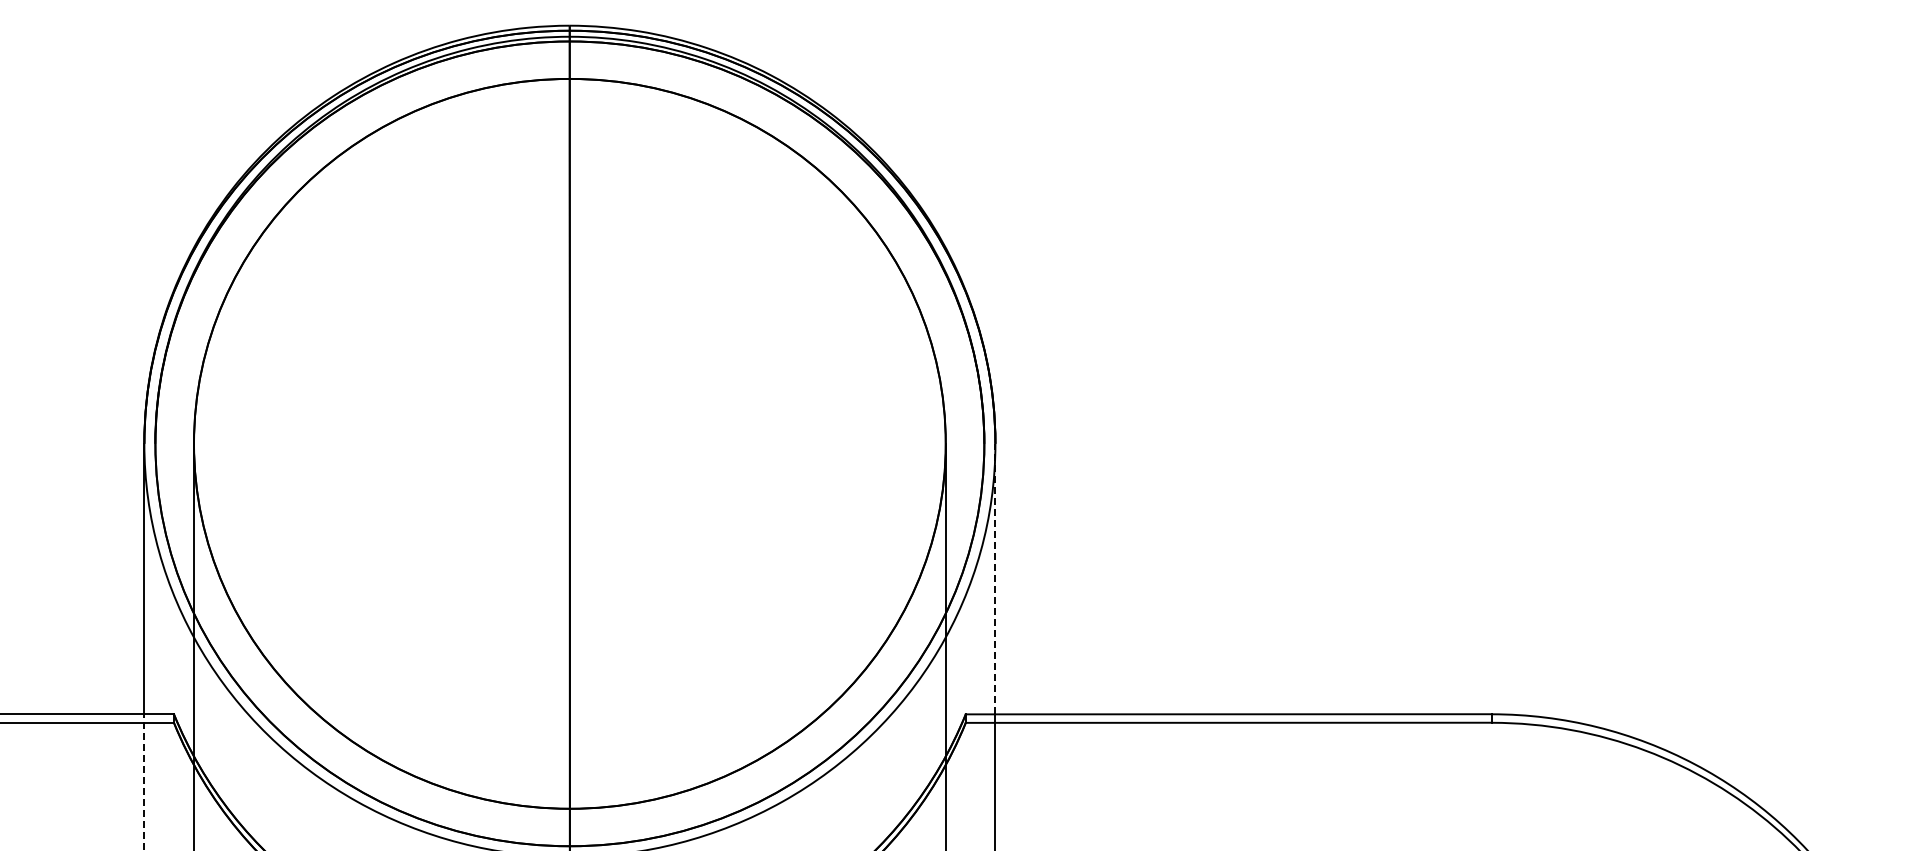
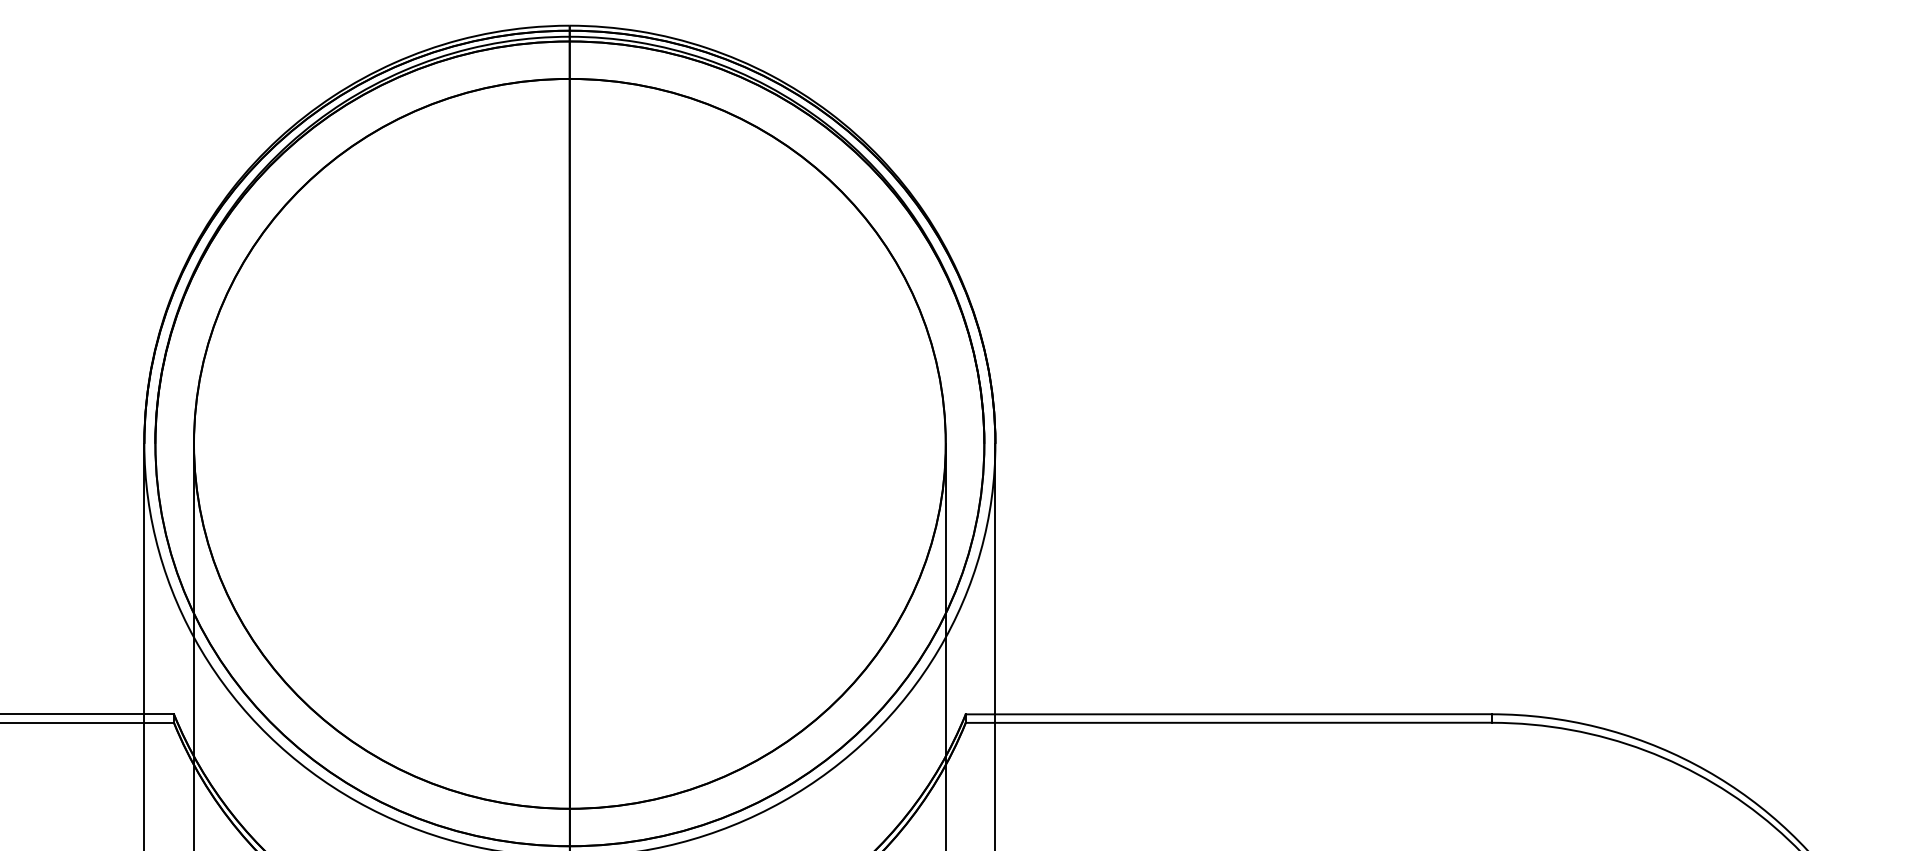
line at (995, 578): dashed -> solid
line at (144, 782): dashed -> solid
